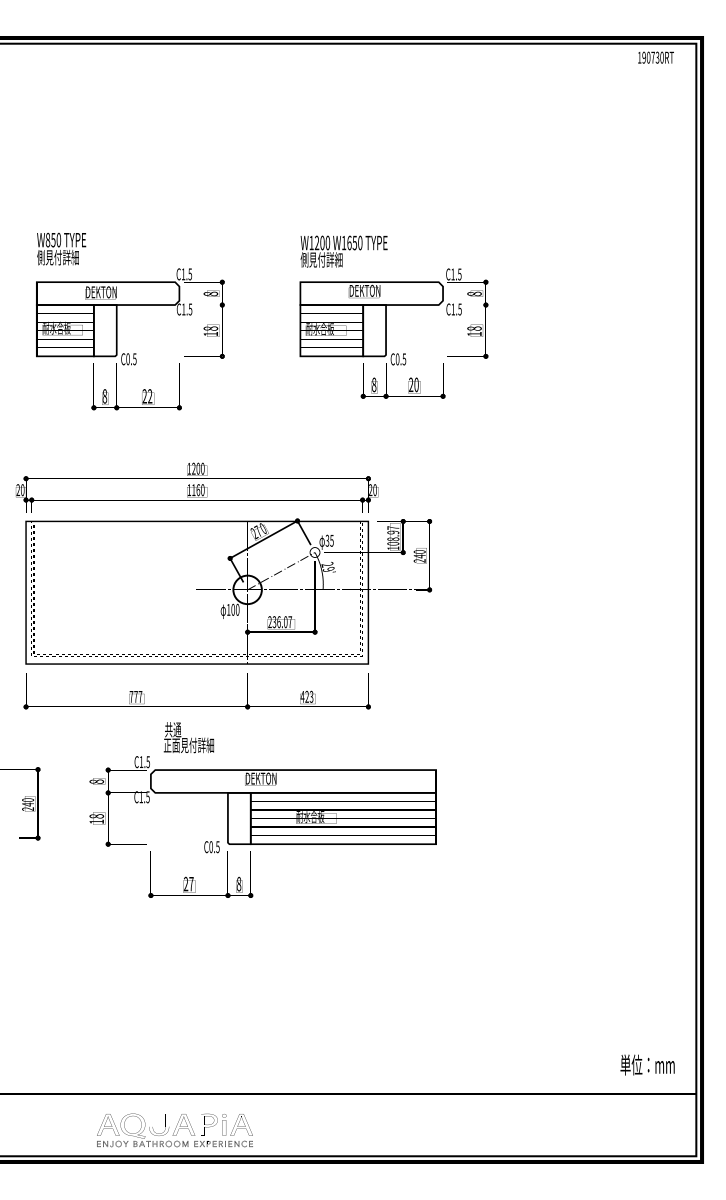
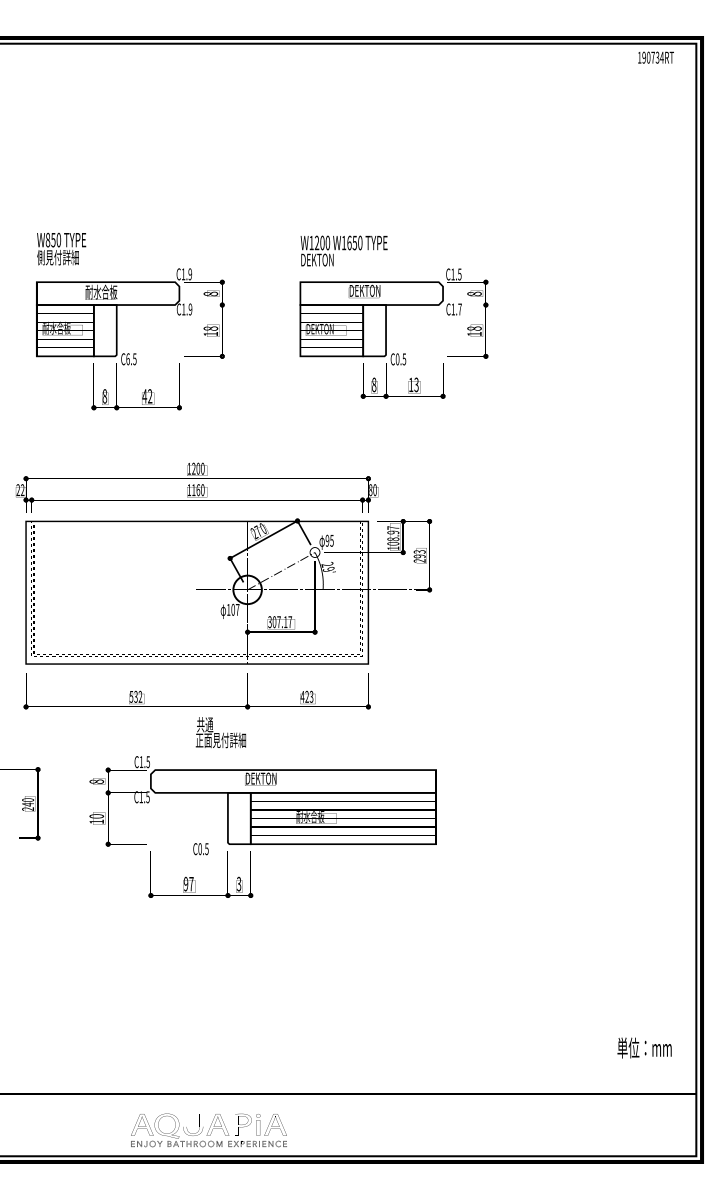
text at (661, 57): 190730RT -> 190734RT
text at (321, 259): 側見付詳細 -> DEKTON
text at (190, 274): C1.5 -> C1.9
text at (101, 291): DEKTON -> 耐水合板
text at (190, 309): C1.5 -> C1.9
text at (459, 309): C1.5 -> C1.7
text at (319, 329): 耐水合板 -> DEKTON
text at (127, 358): C0.5 -> C6.5
text at (413, 384): 20 -> 13
text at (144, 396): 22 -> 42
text at (22, 490): 20 -> 22
text at (370, 490): 20 -> 80
text at (327, 540): 35 -> 95
text at (419, 554): 240 -> 293
text at (237, 609): 100 -> 107
text at (277, 622): 236.07 -> 307.17
text at (135, 696): 777 -> 532
text at (188, 737) position: (188, 737) -> (220, 732)
text at (97, 816): 18 -> 10
text at (211, 847) position: (211, 847) -> (200, 849)
text at (185, 884): 27 -> 97
text at (238, 884): 8 -> 3
text at (647, 1064) position: (647, 1064) -> (644, 1047)
part at (174, 1130) position: (174, 1130) -> (208, 1130)
